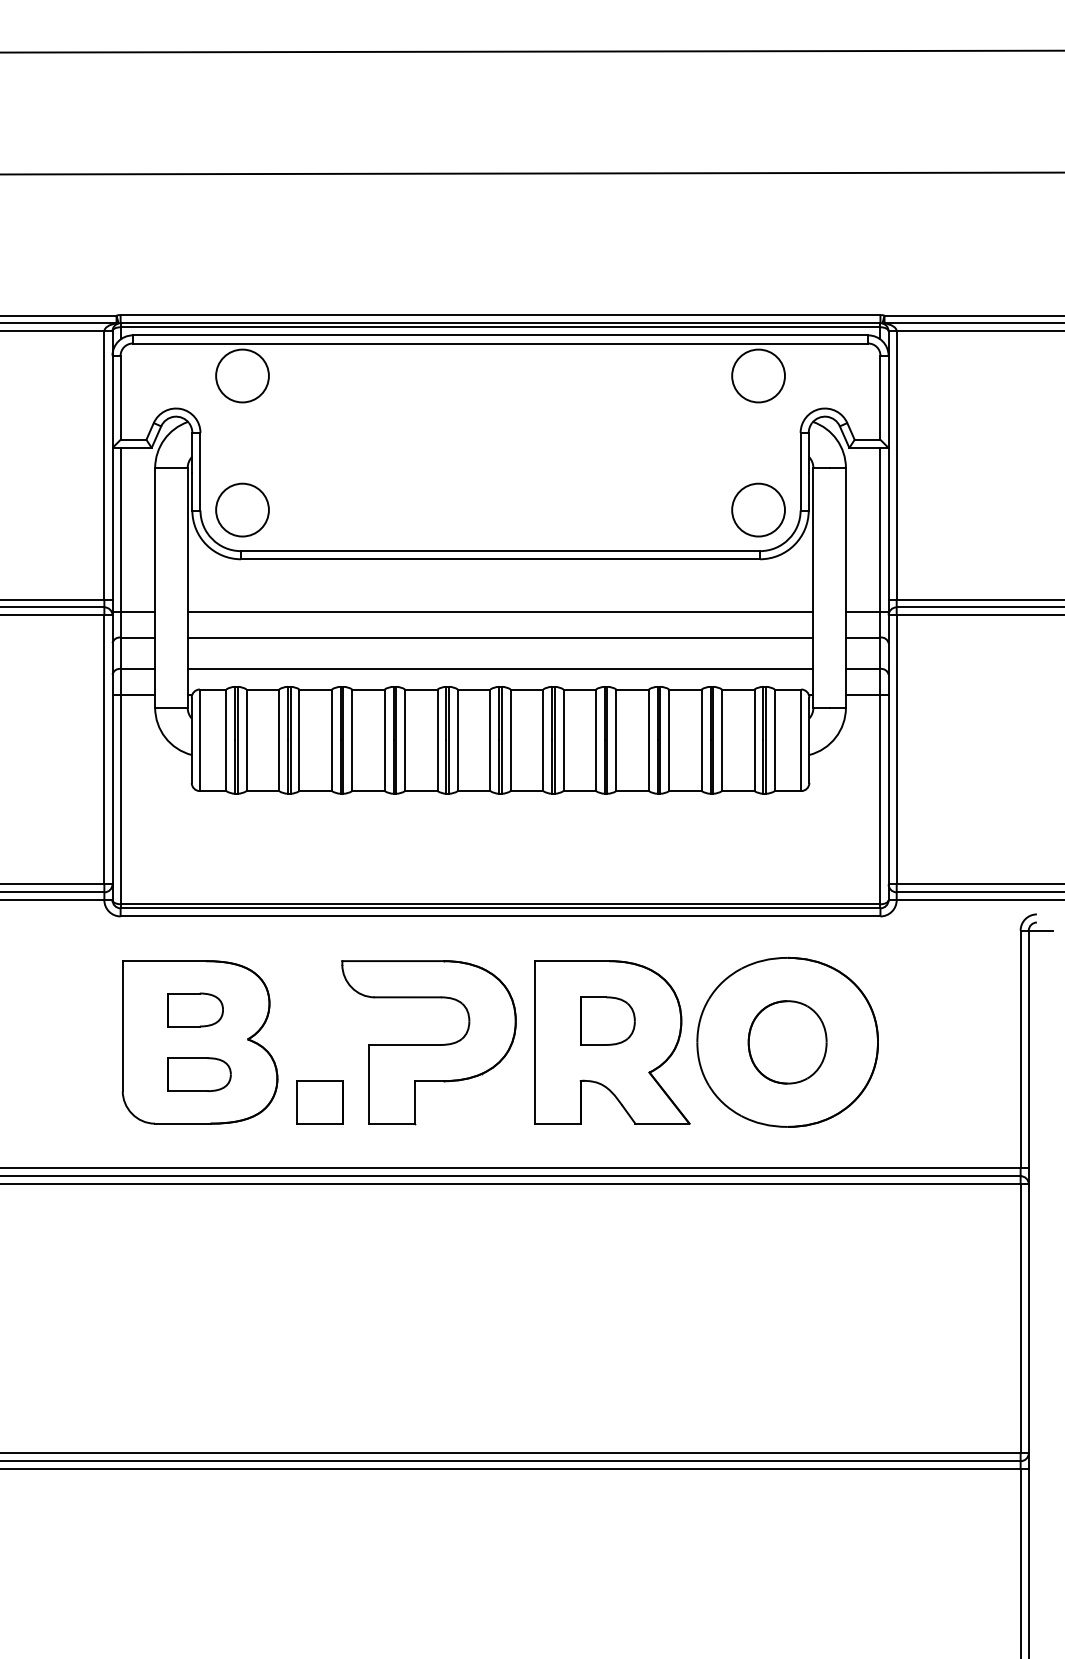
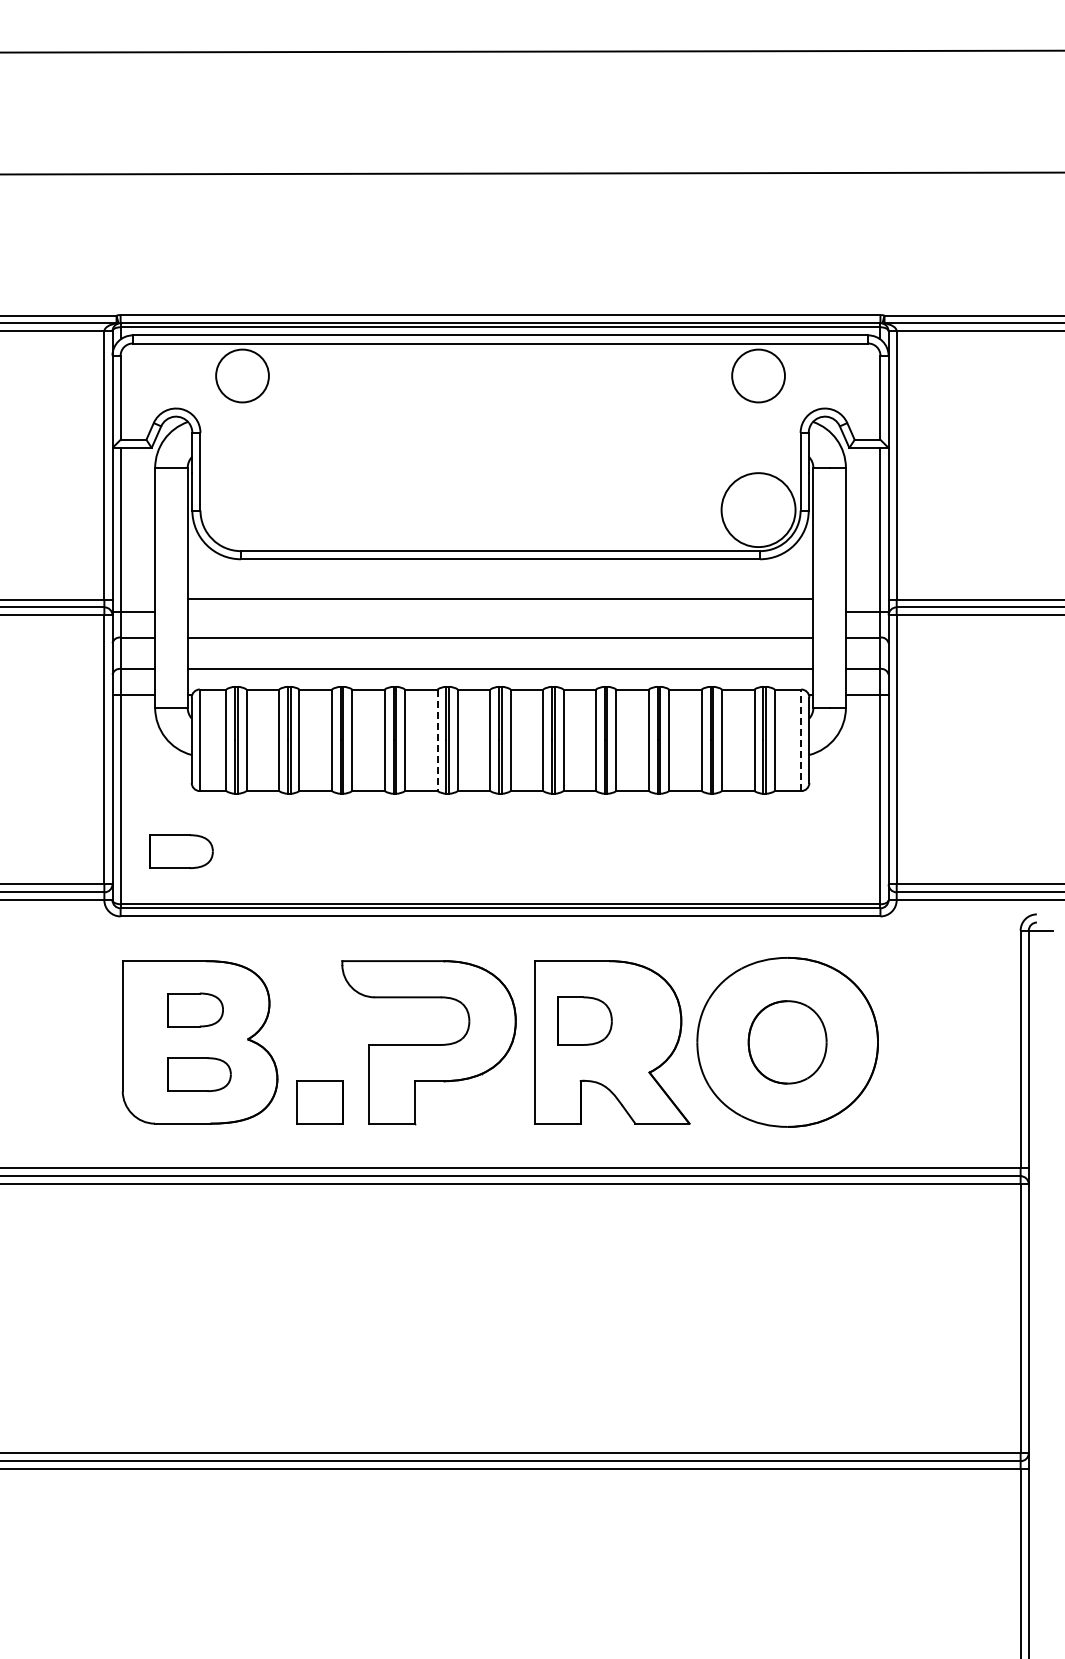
circle at (242, 509): present -> none
circle at (758, 509) diameter: 53 px -> 74 px
line at (500, 611) position: (500, 611) -> (500, 598)
line at (437, 740): solid -> dashed
line at (801, 740): solid -> dashed
part at (181, 851): none -> present
part at (607, 1020) position: (607, 1020) -> (584, 1020)
